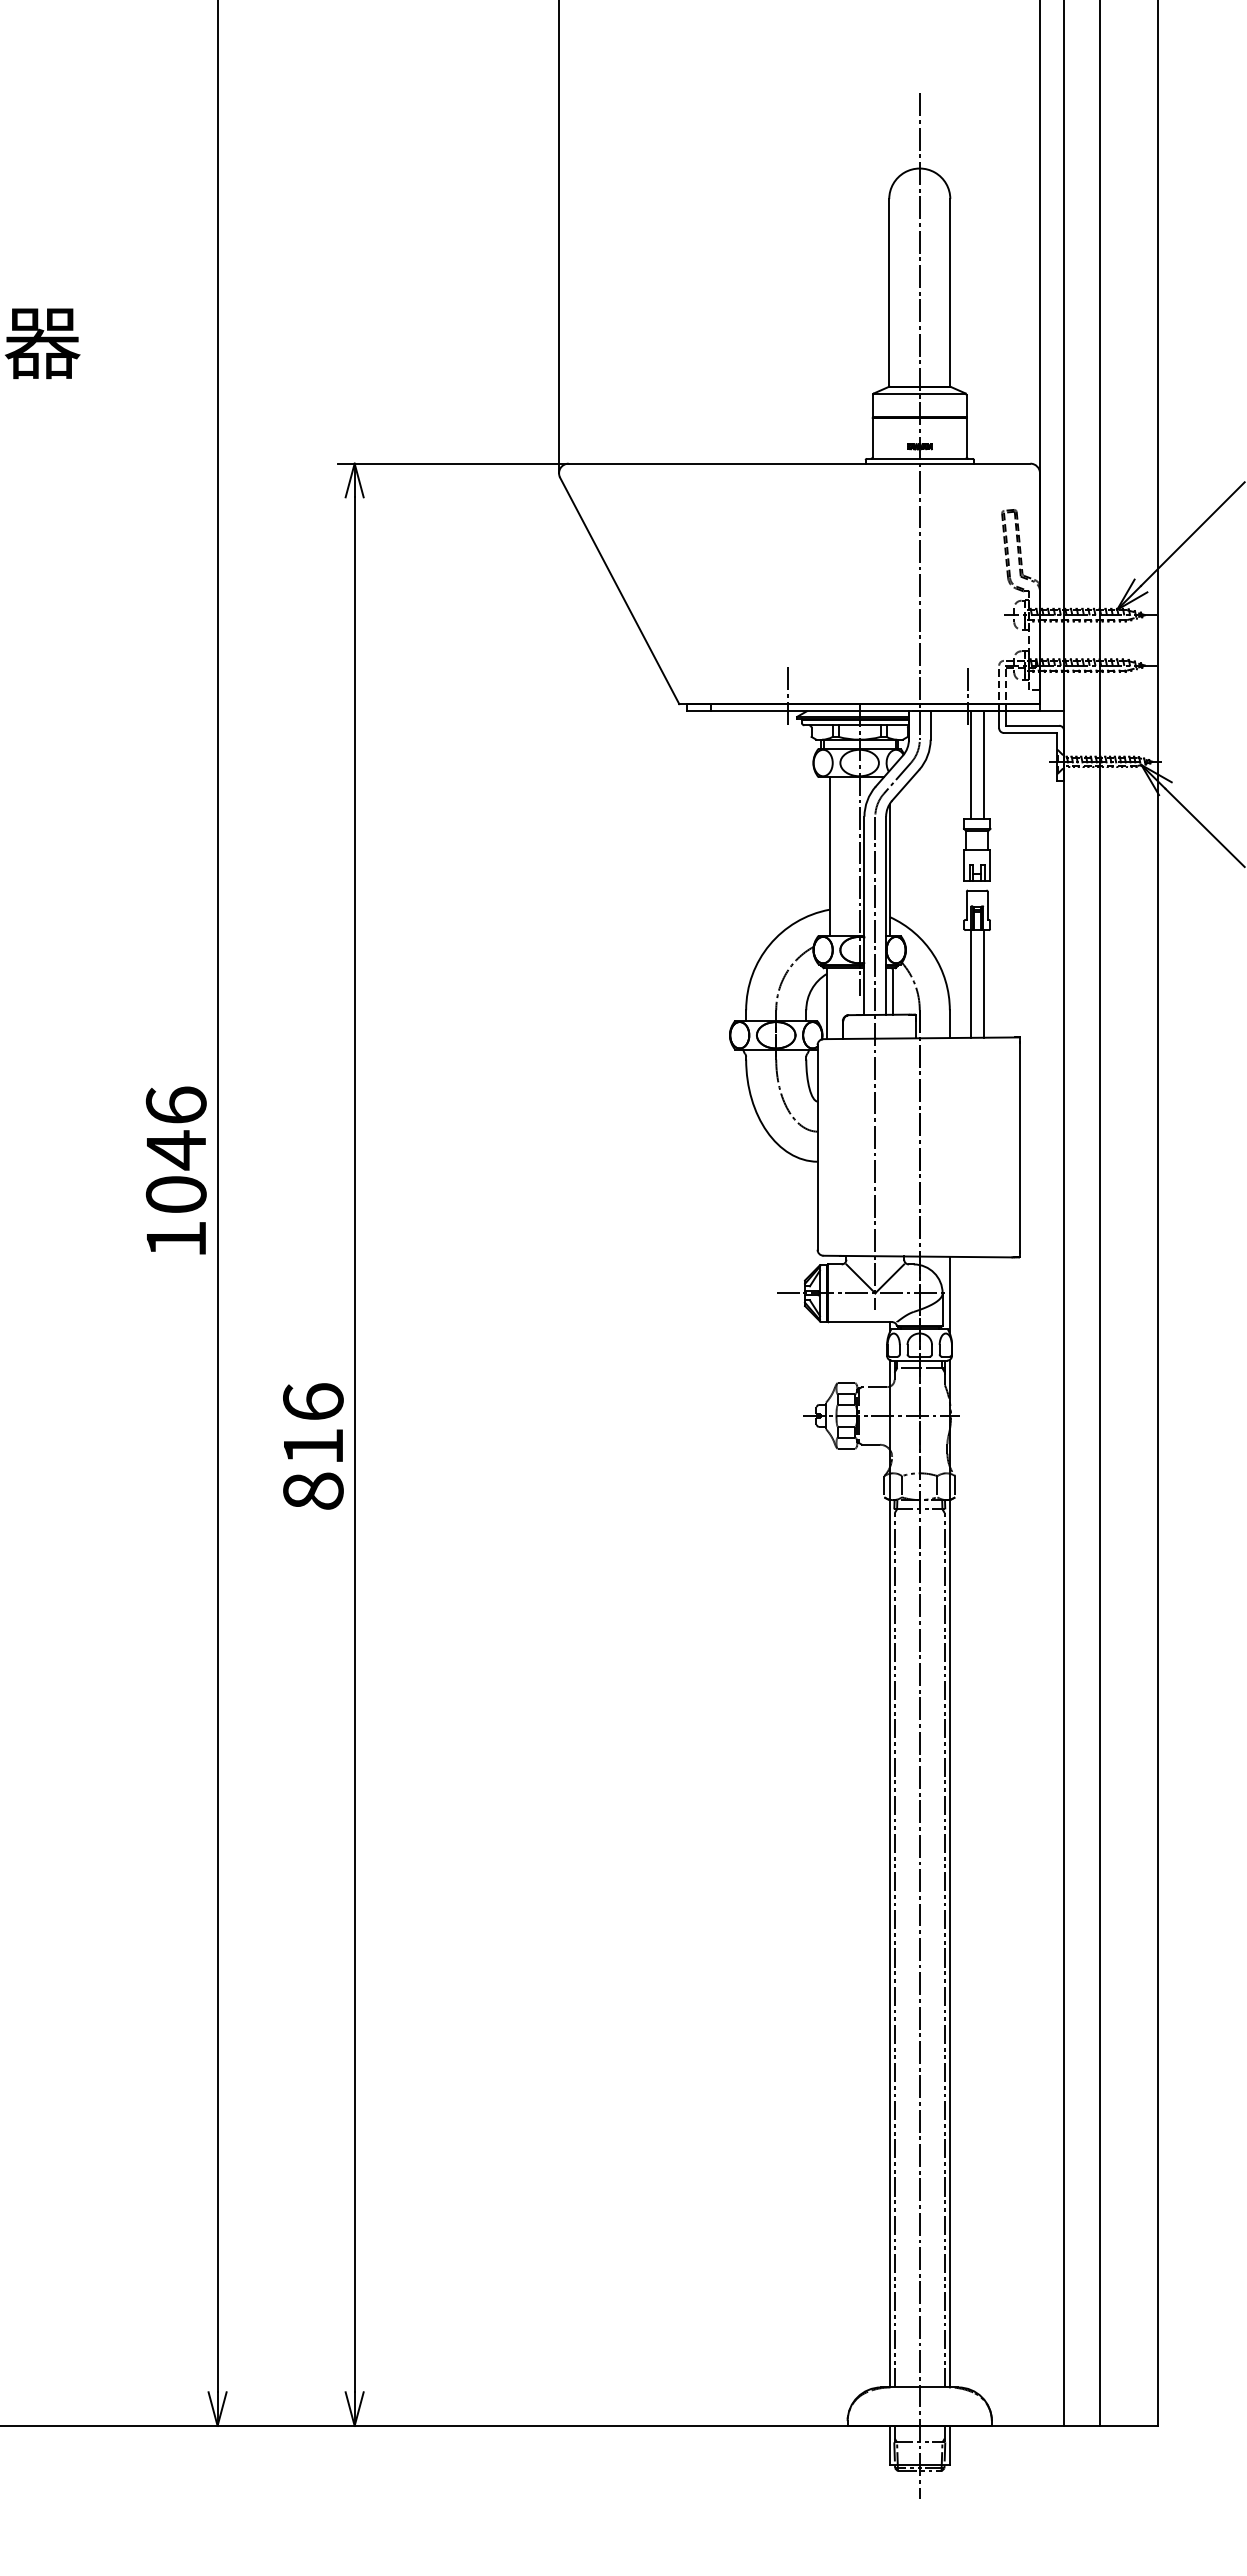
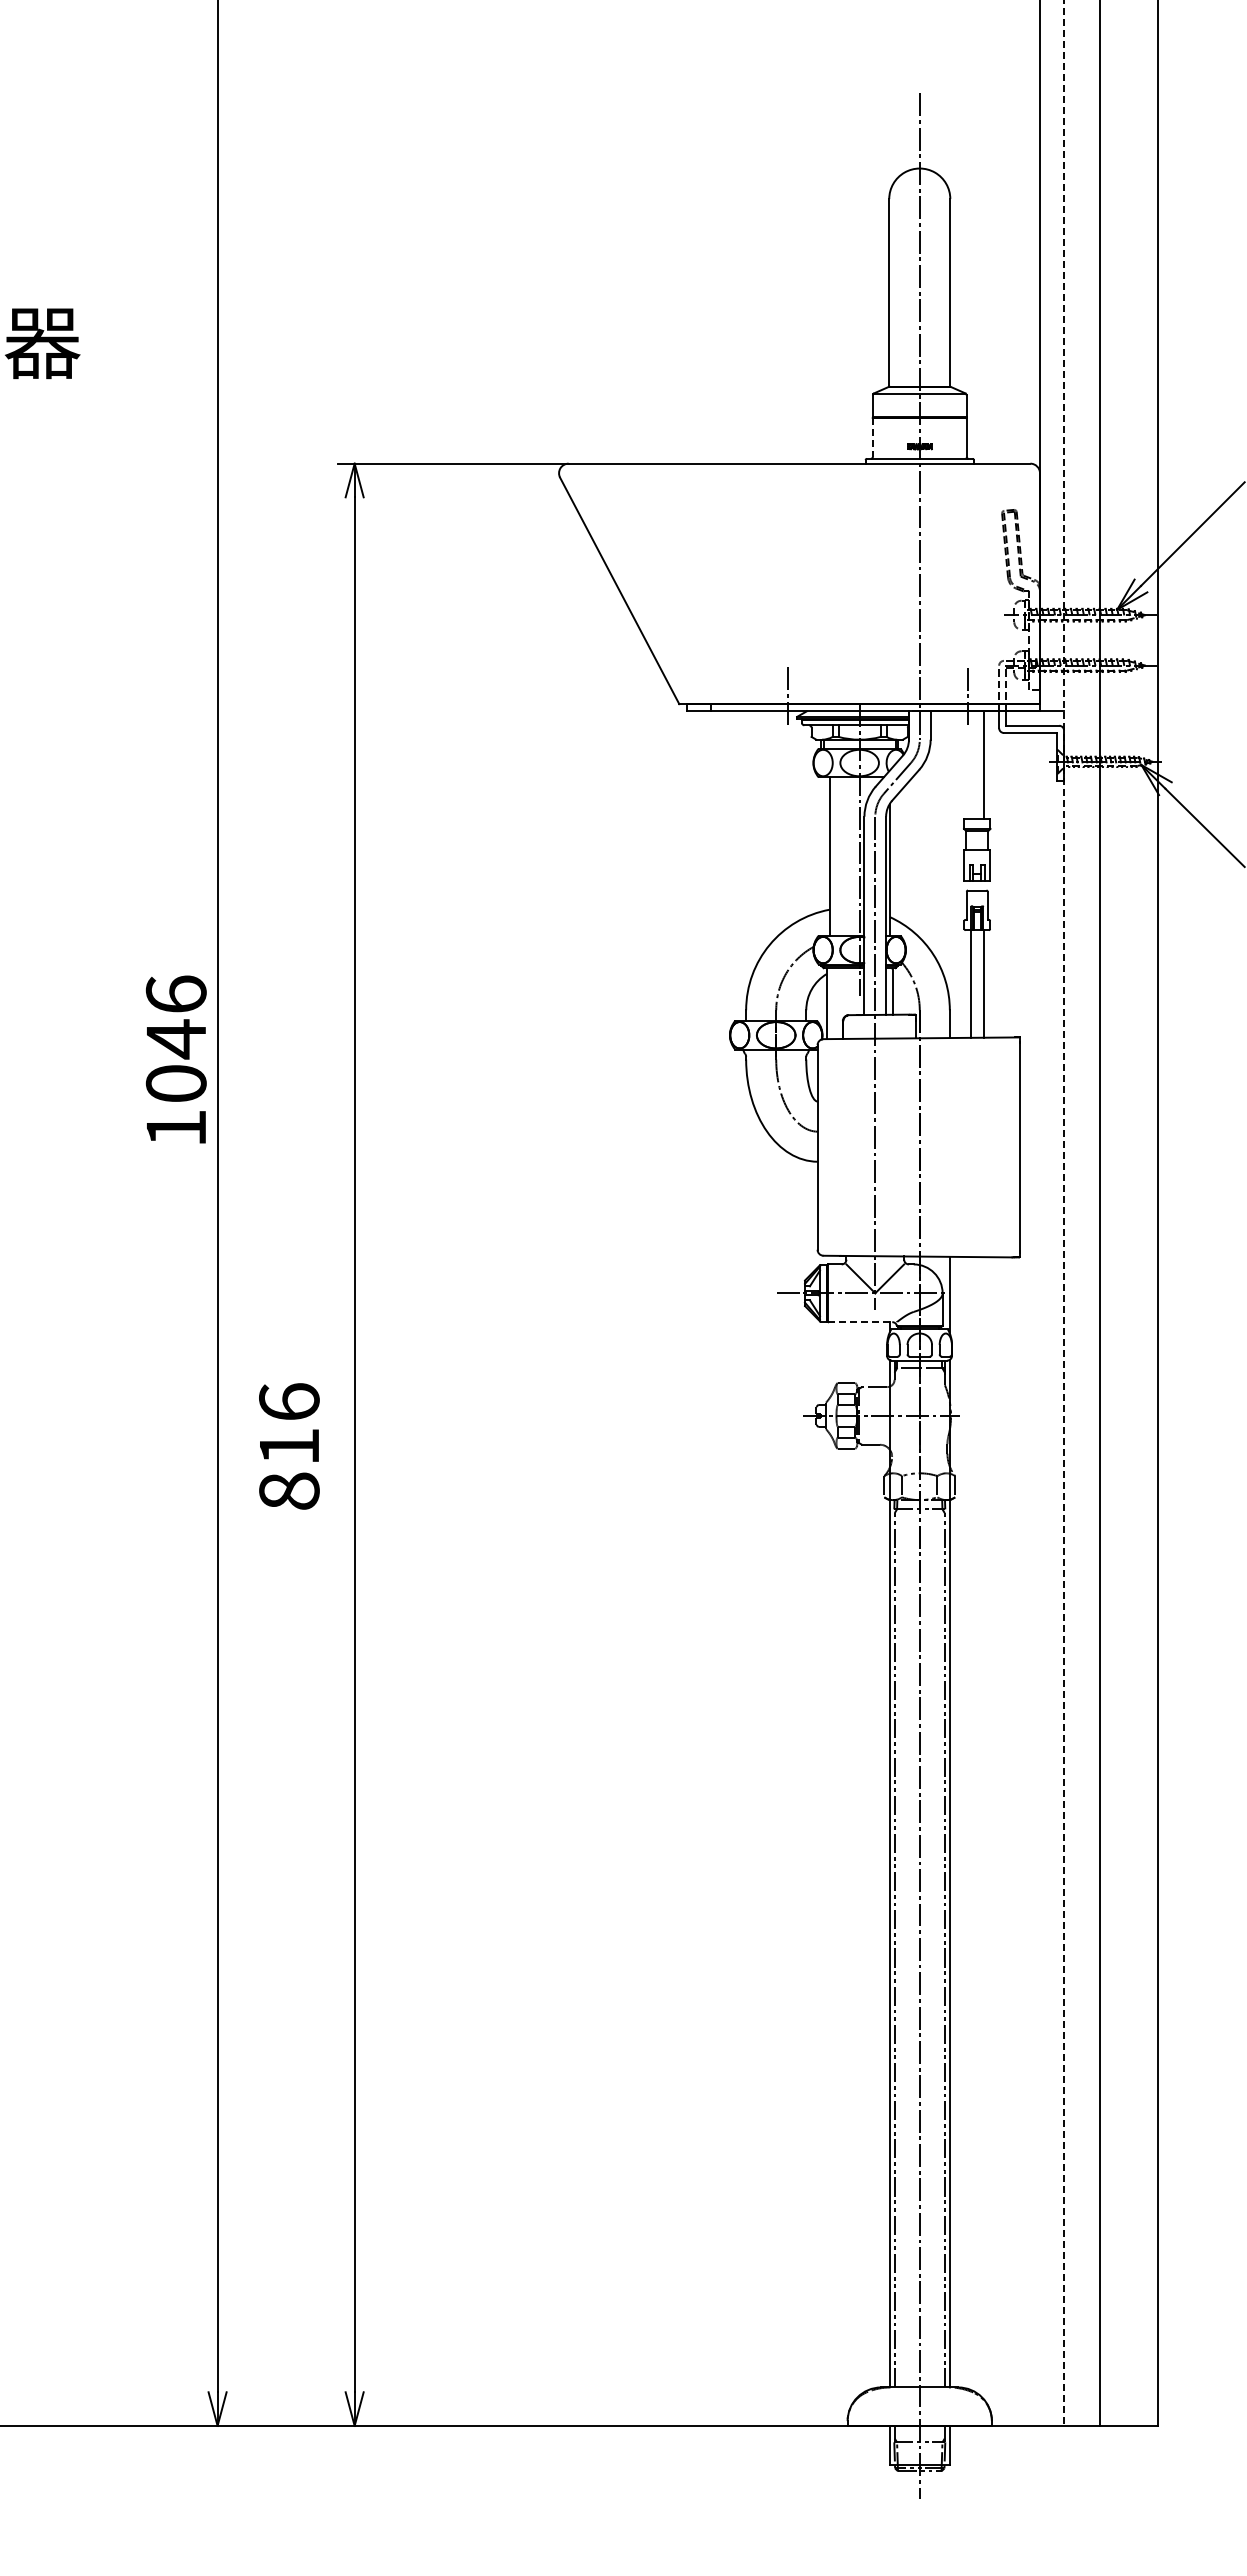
line at (559, 237): present -> none
line at (872, 438): solid -> dashed
line at (971, 765): present -> none
text at (175, 1170) position: (175, 1170) -> (175, 1059)
line at (1064, 1213): solid -> dashed
line at (860, 1322): solid -> dashed
text at (313, 1446) position: (313, 1446) -> (289, 1446)
